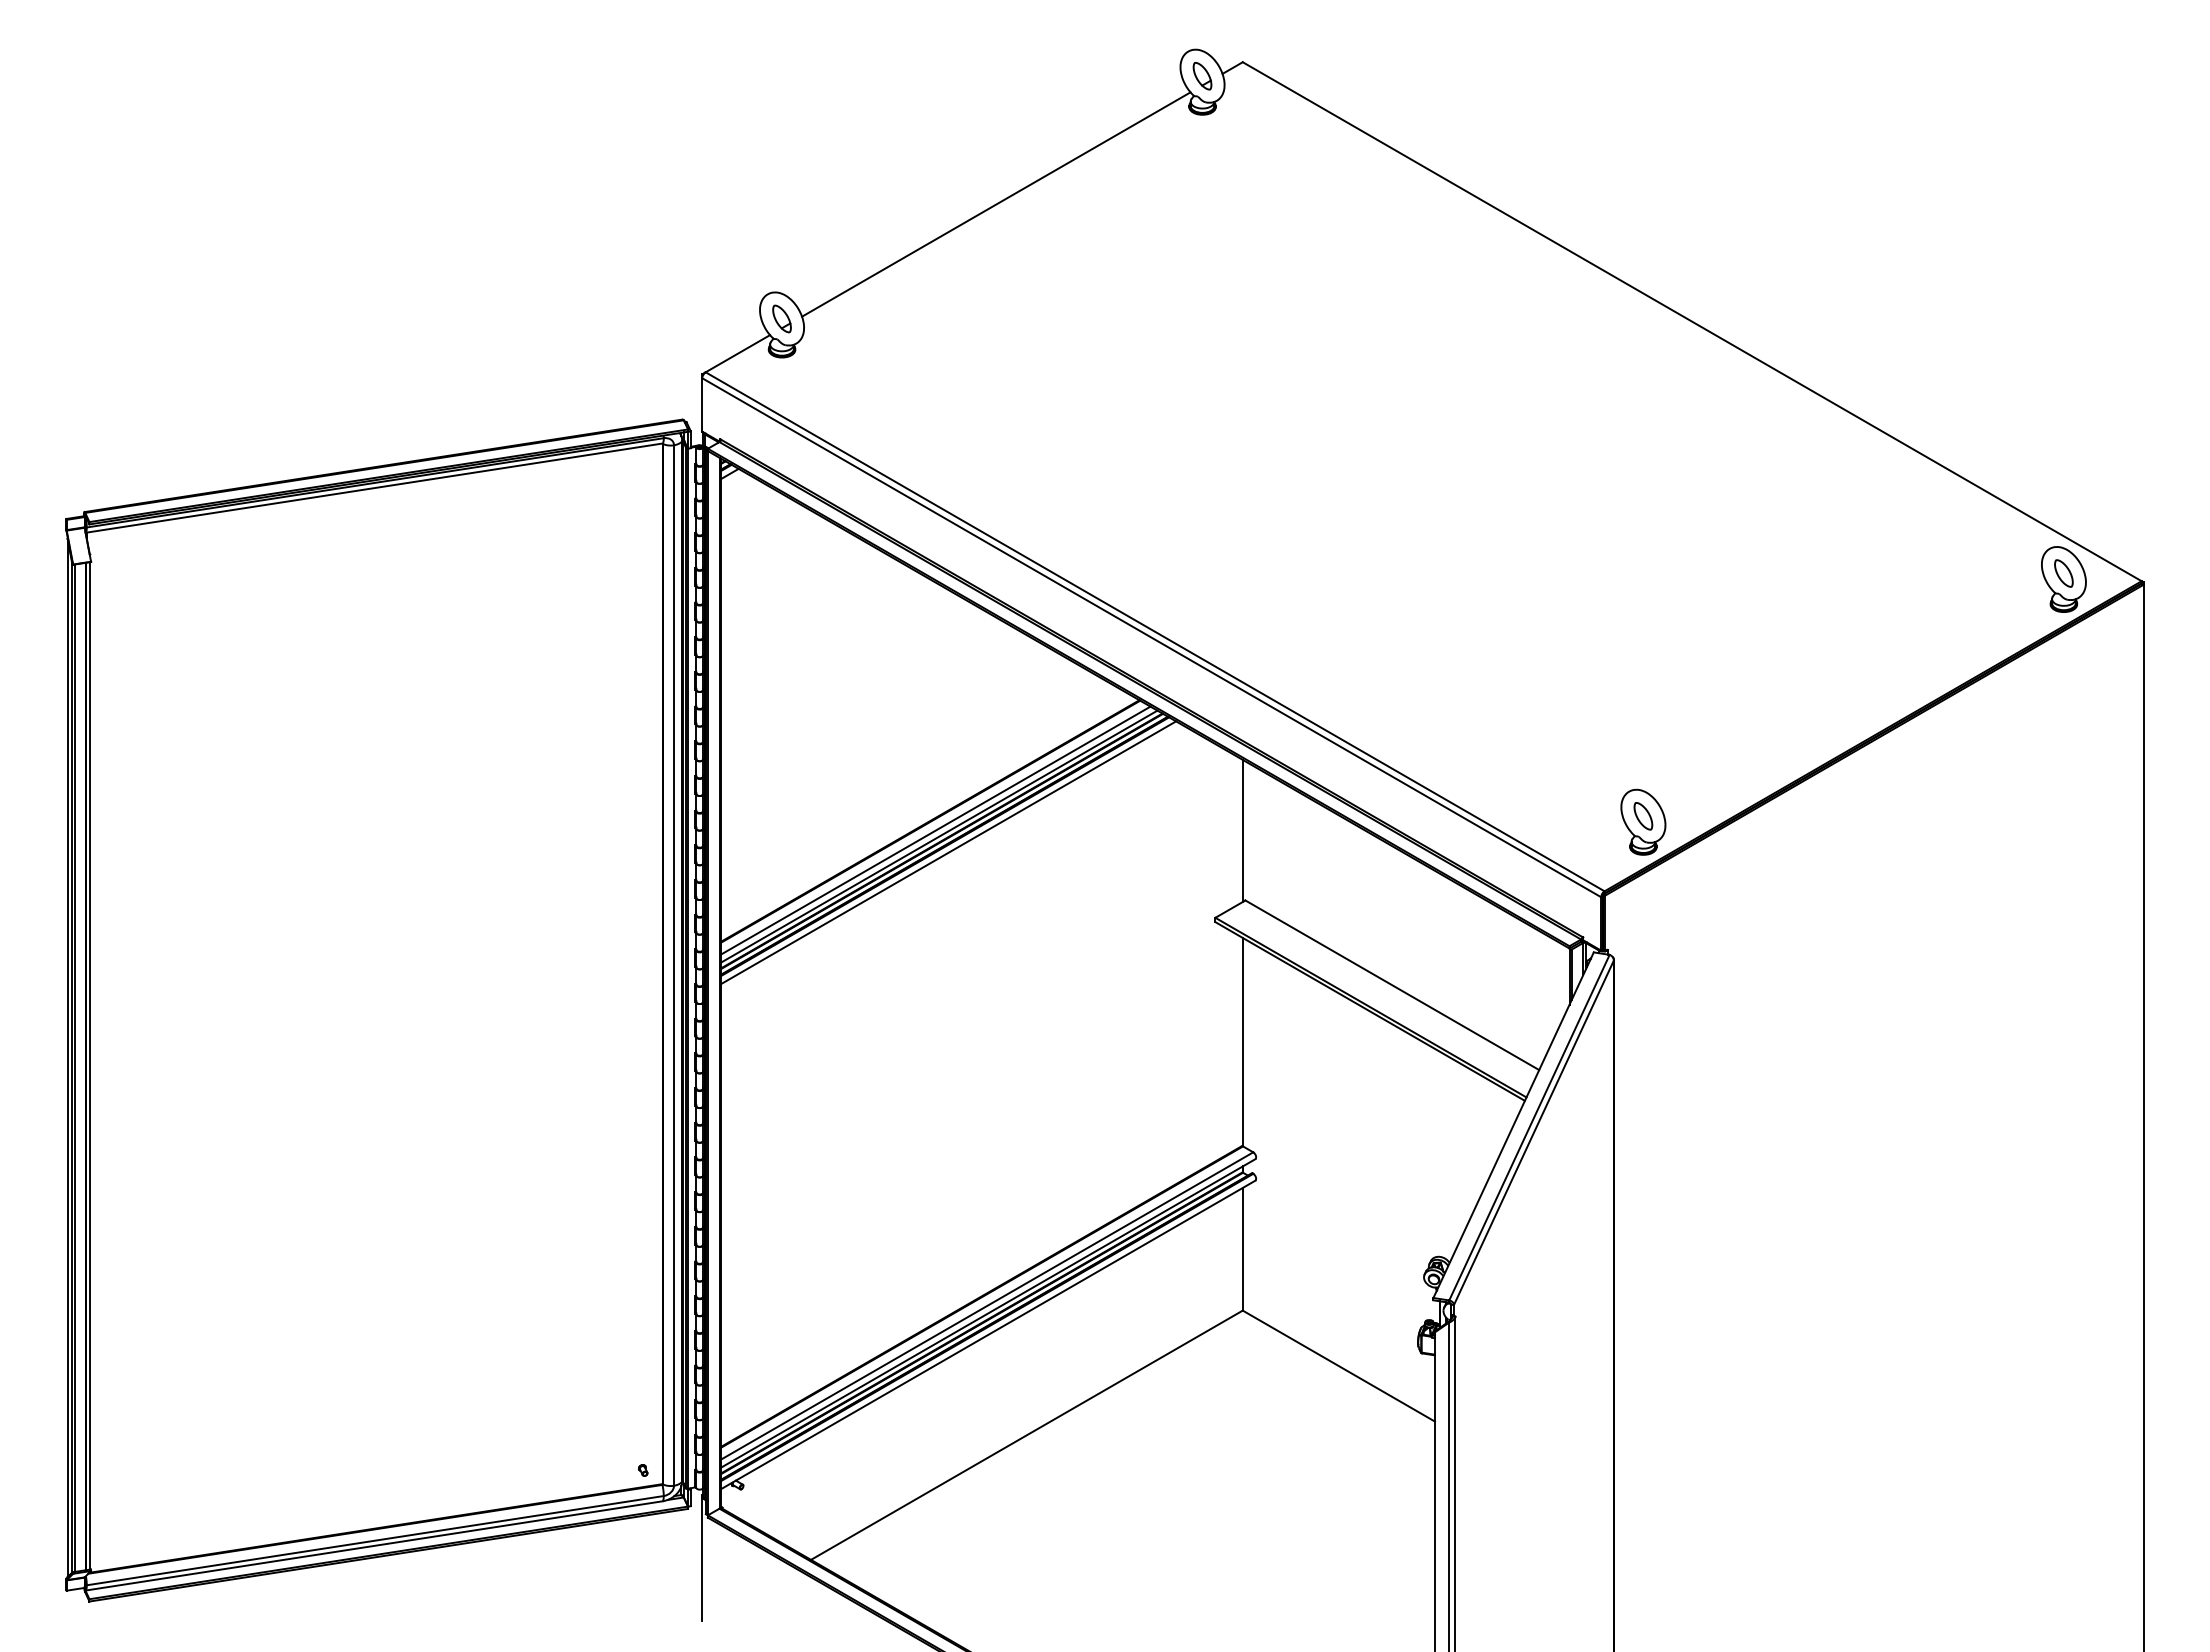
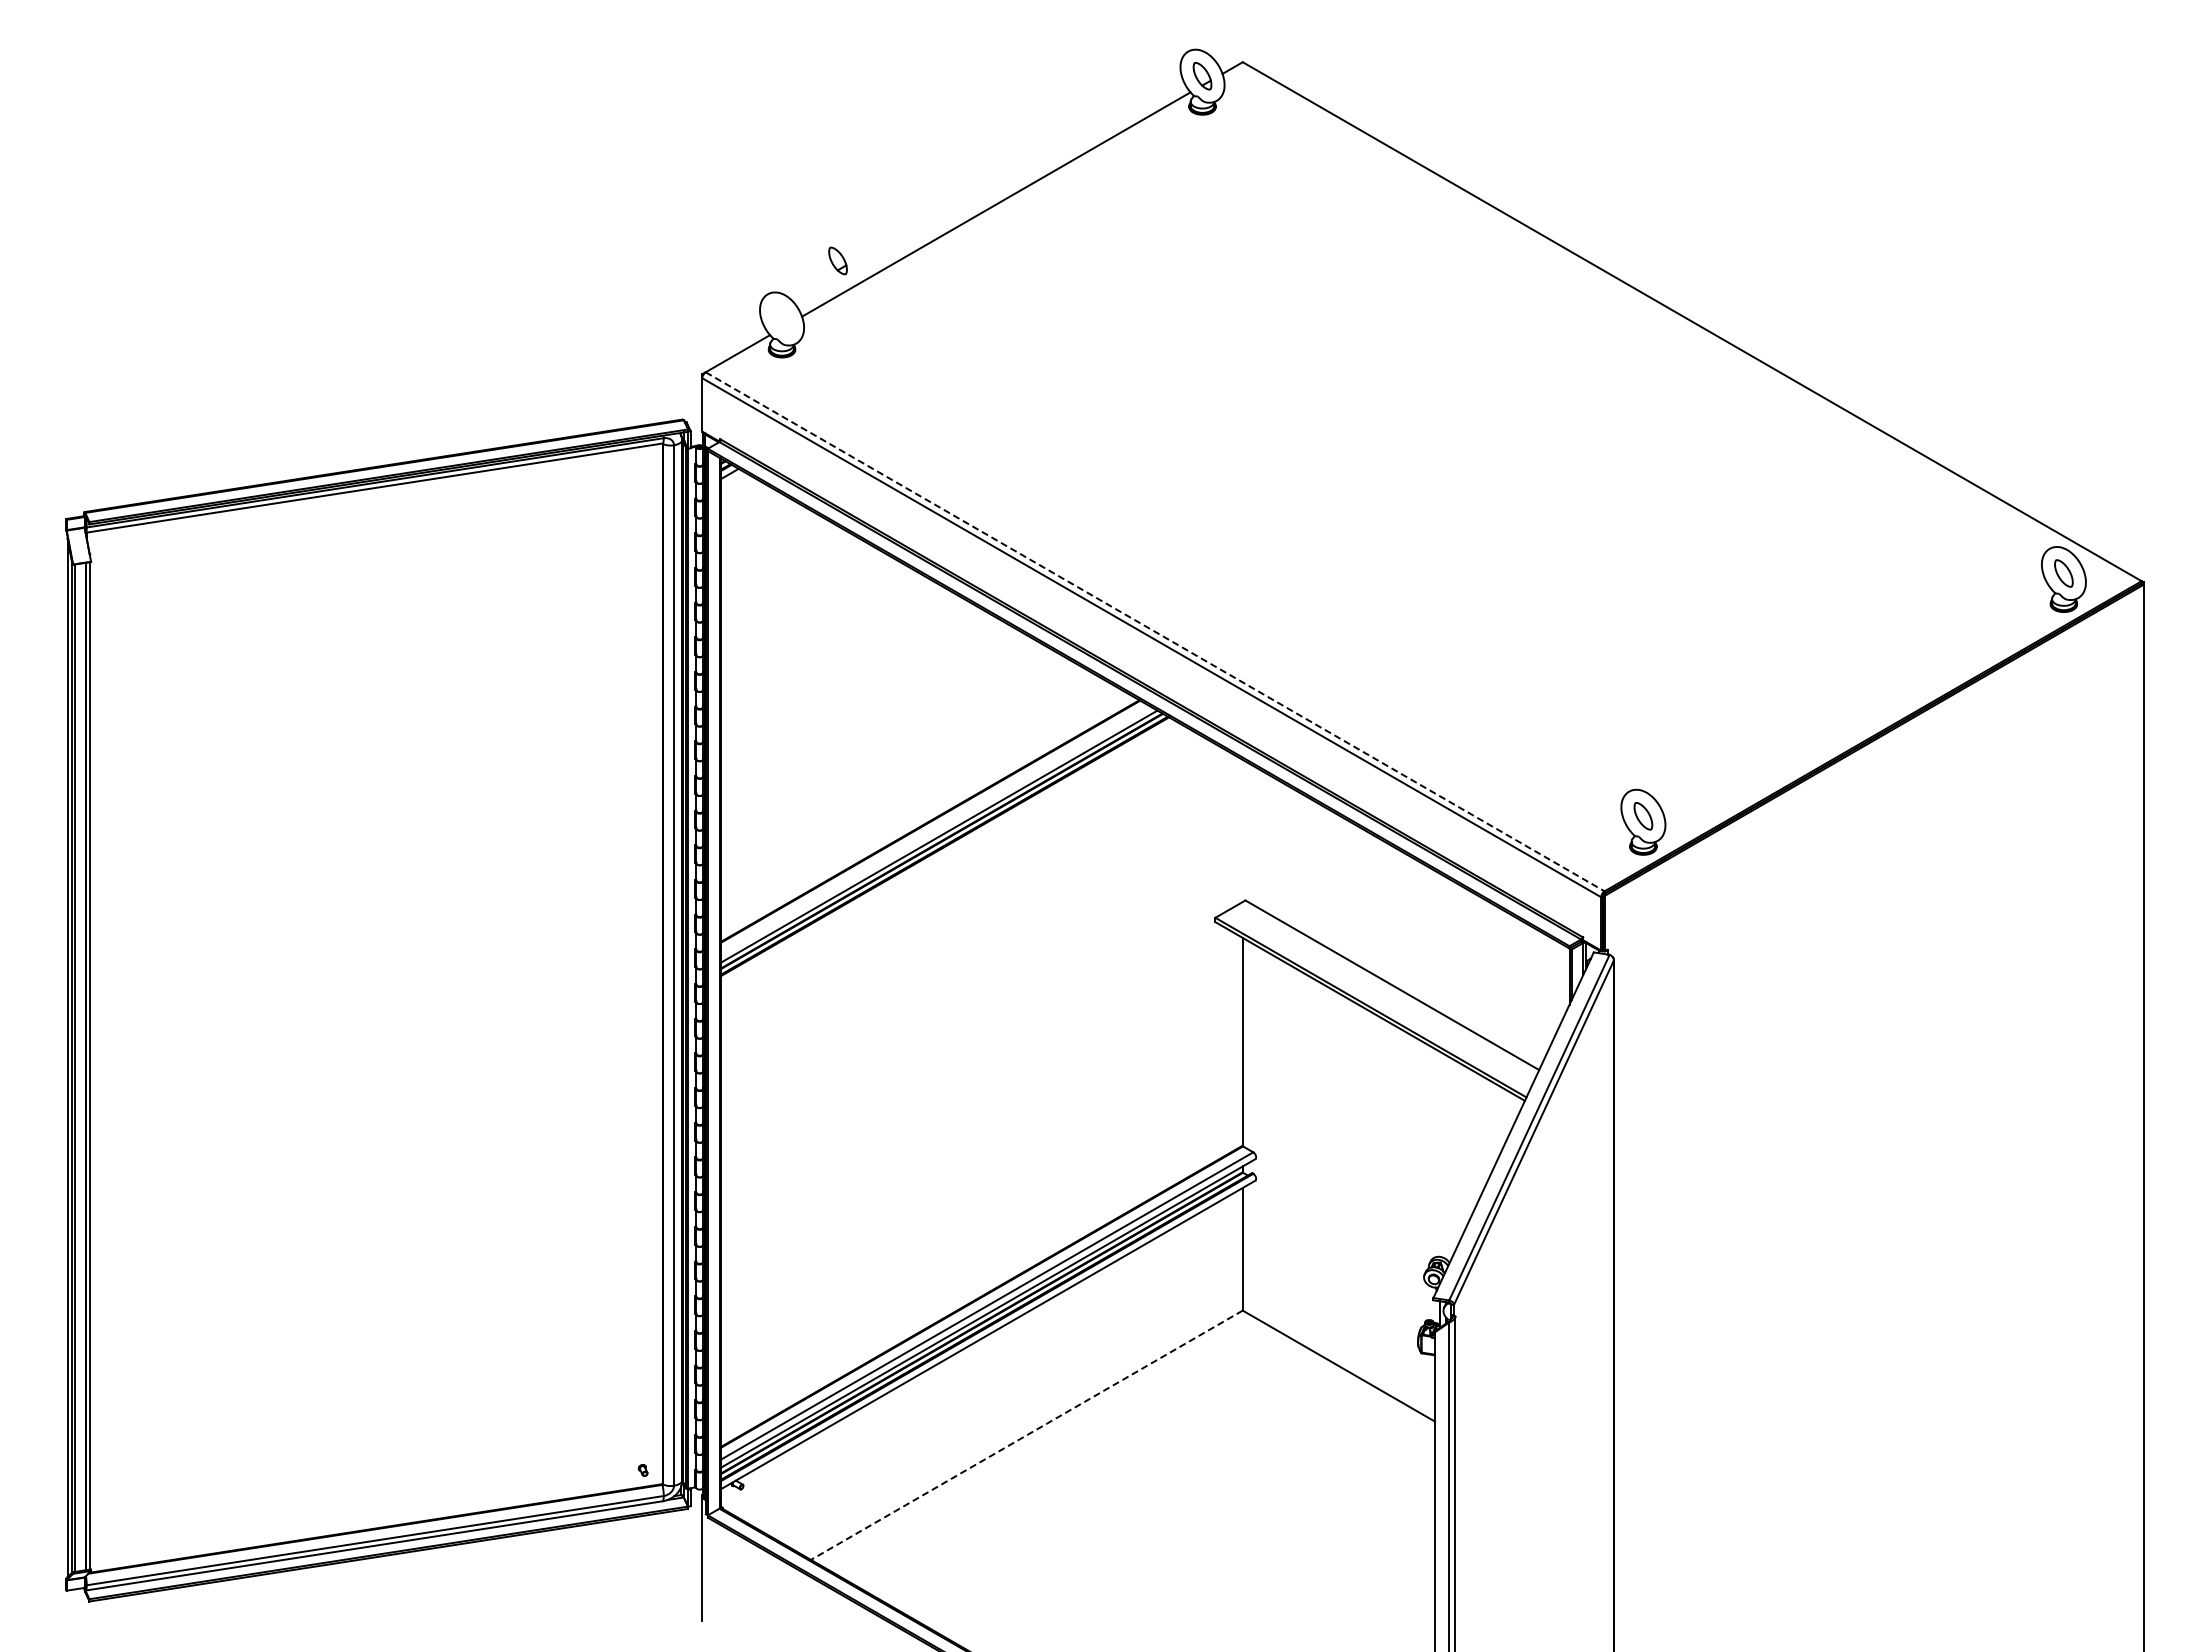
part at (781, 318) position: (781, 318) -> (837, 260)
line at (1155, 631): solid -> dashed
line at (935, 830): present -> none
line at (1242, 830): present -> none
line at (948, 852): present -> none
line at (1026, 1435): solid -> dashed
